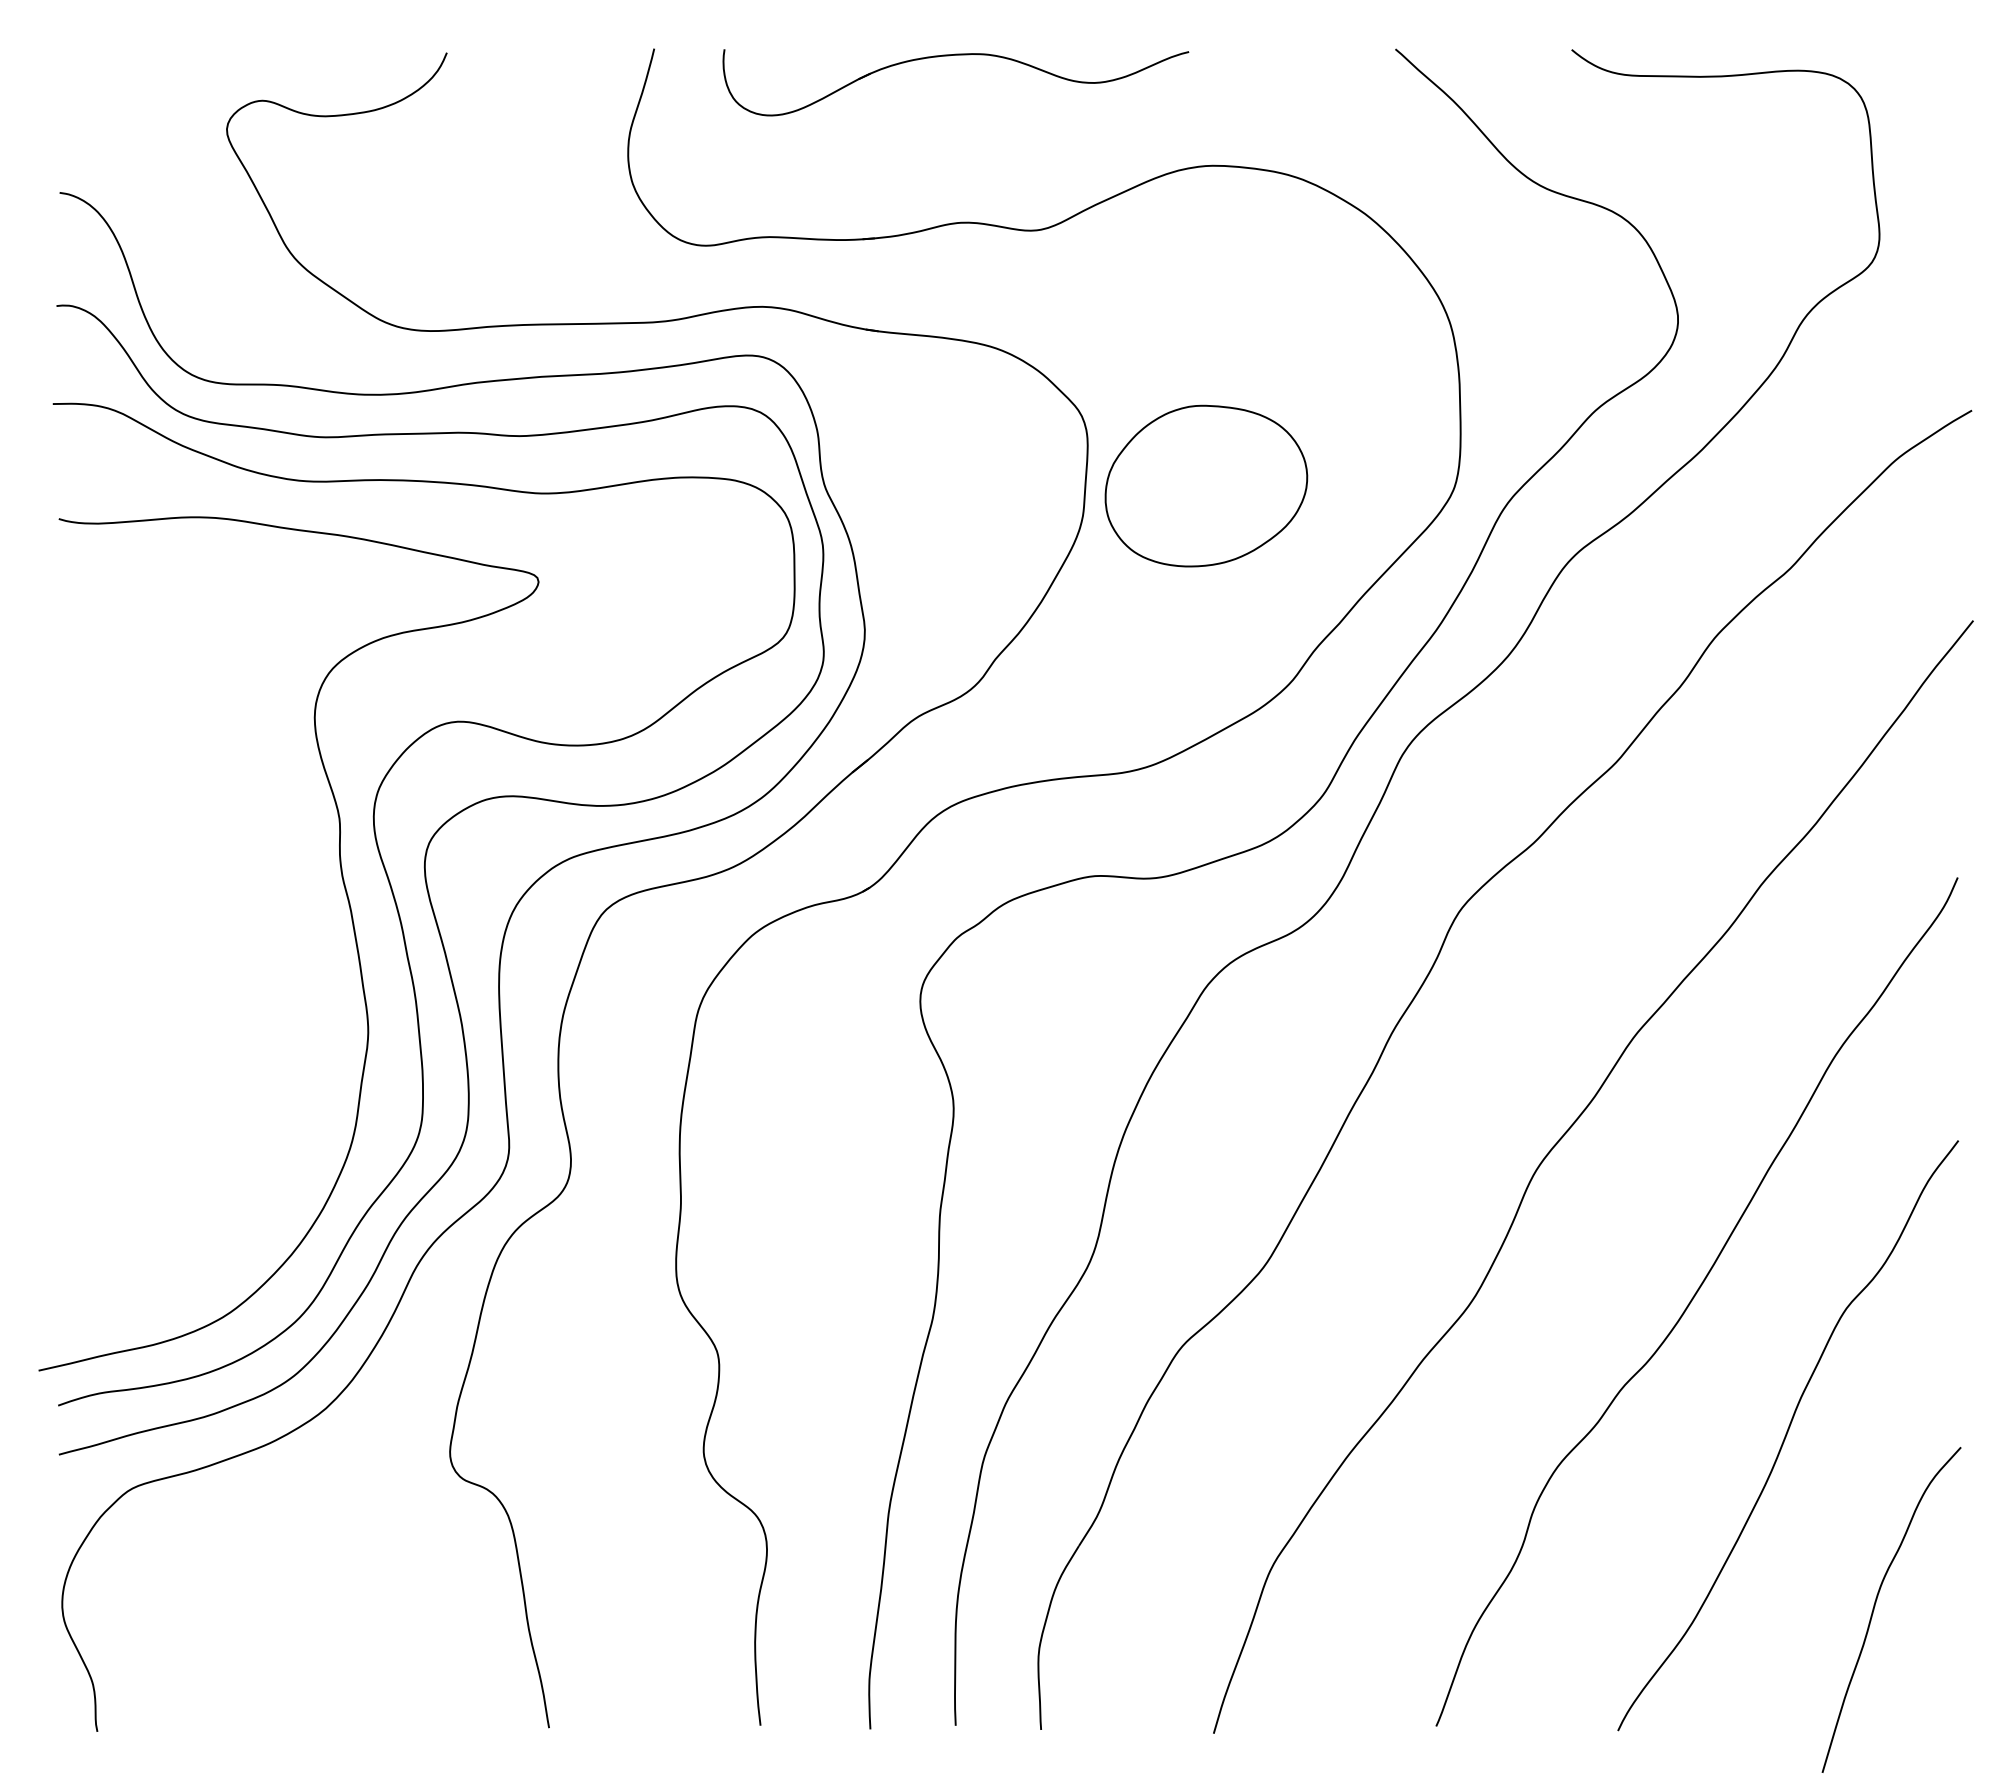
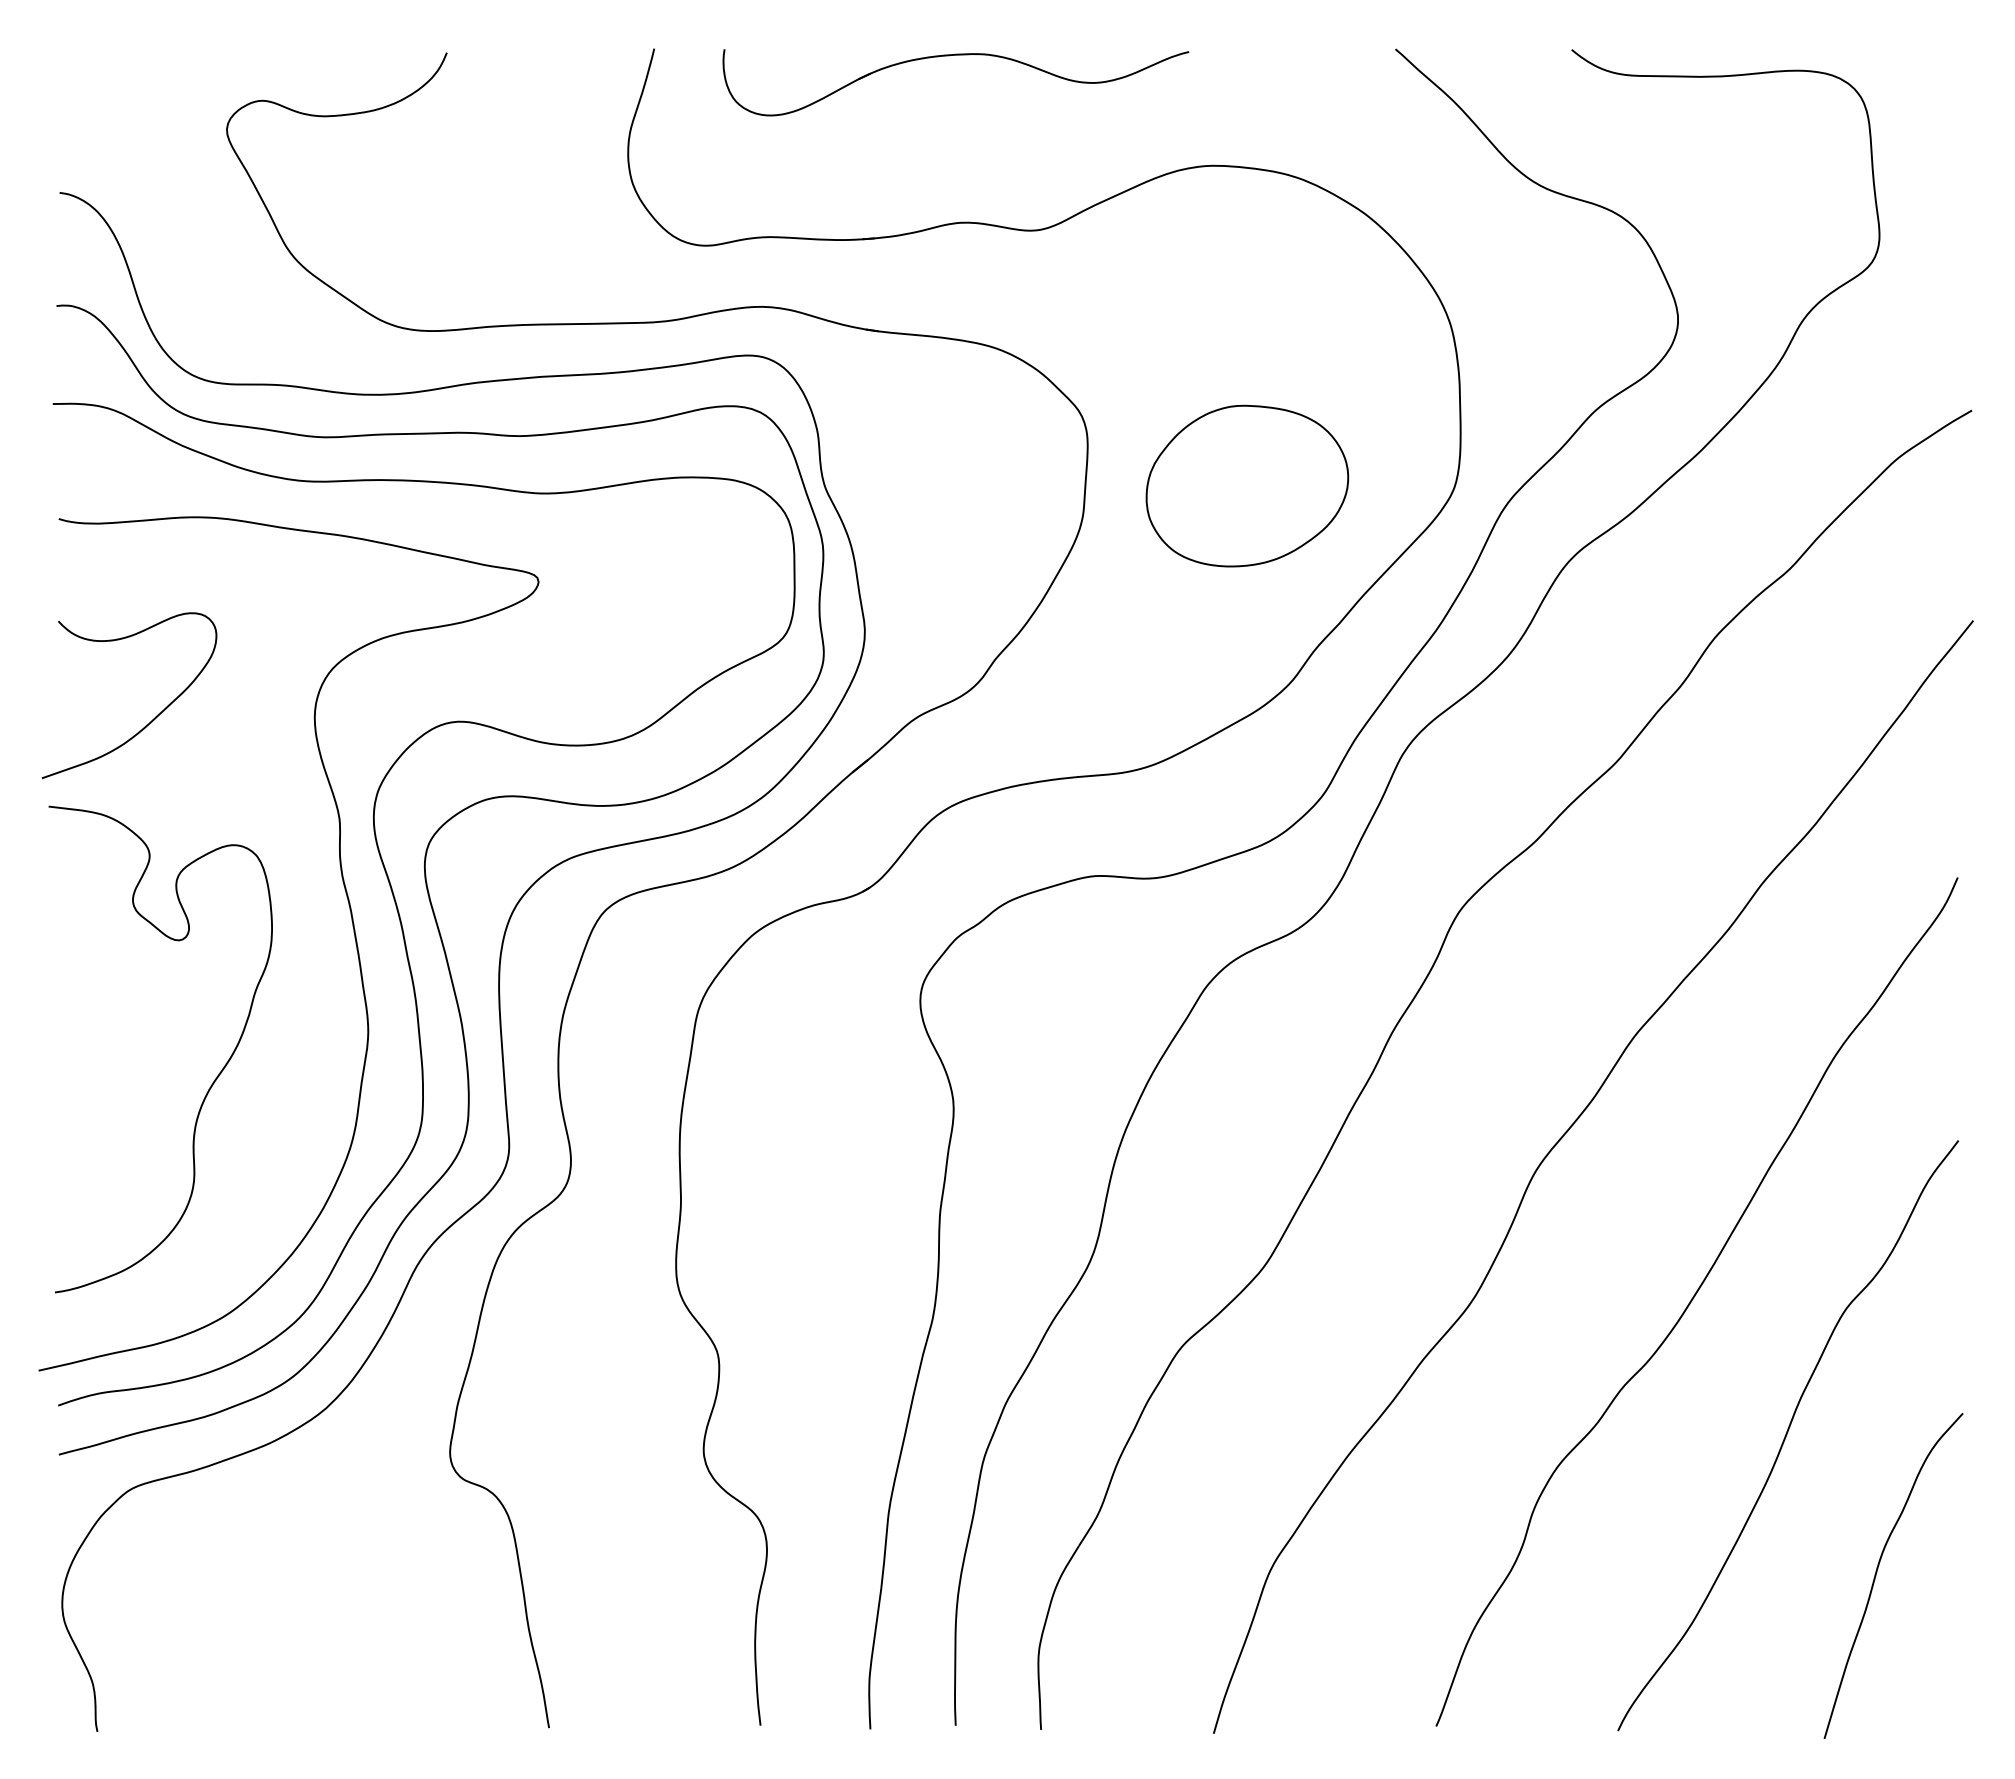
part at (1206, 485) position: (1206, 485) -> (1247, 485)
curve at (153, 718): none -> present
curve at (212, 1082): none -> present
curve at (1875, 1606) position: (1875, 1606) -> (1877, 1572)
